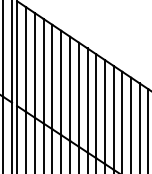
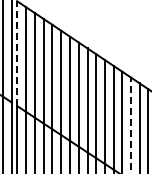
line at (17, 53): solid -> dashed
line at (131, 125): solid -> dashed
